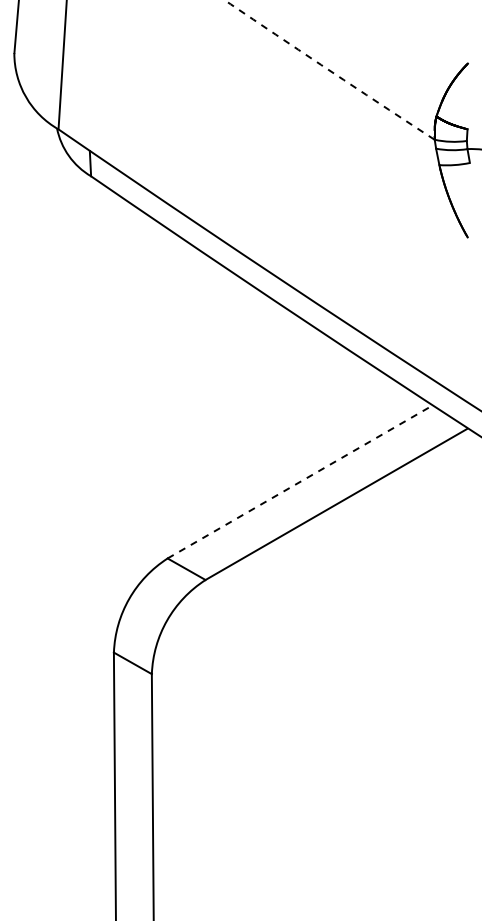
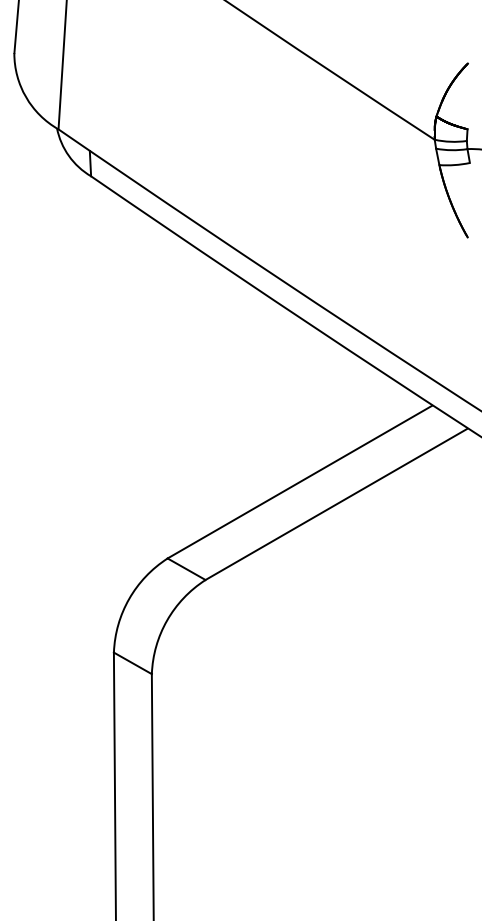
arc at (329, 70): dashed -> solid
line at (299, 482): dashed -> solid
